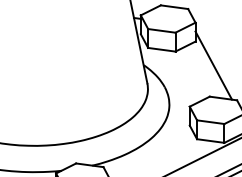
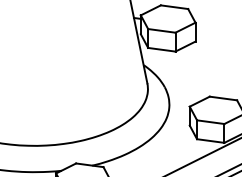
line at (213, 65): present -> none
